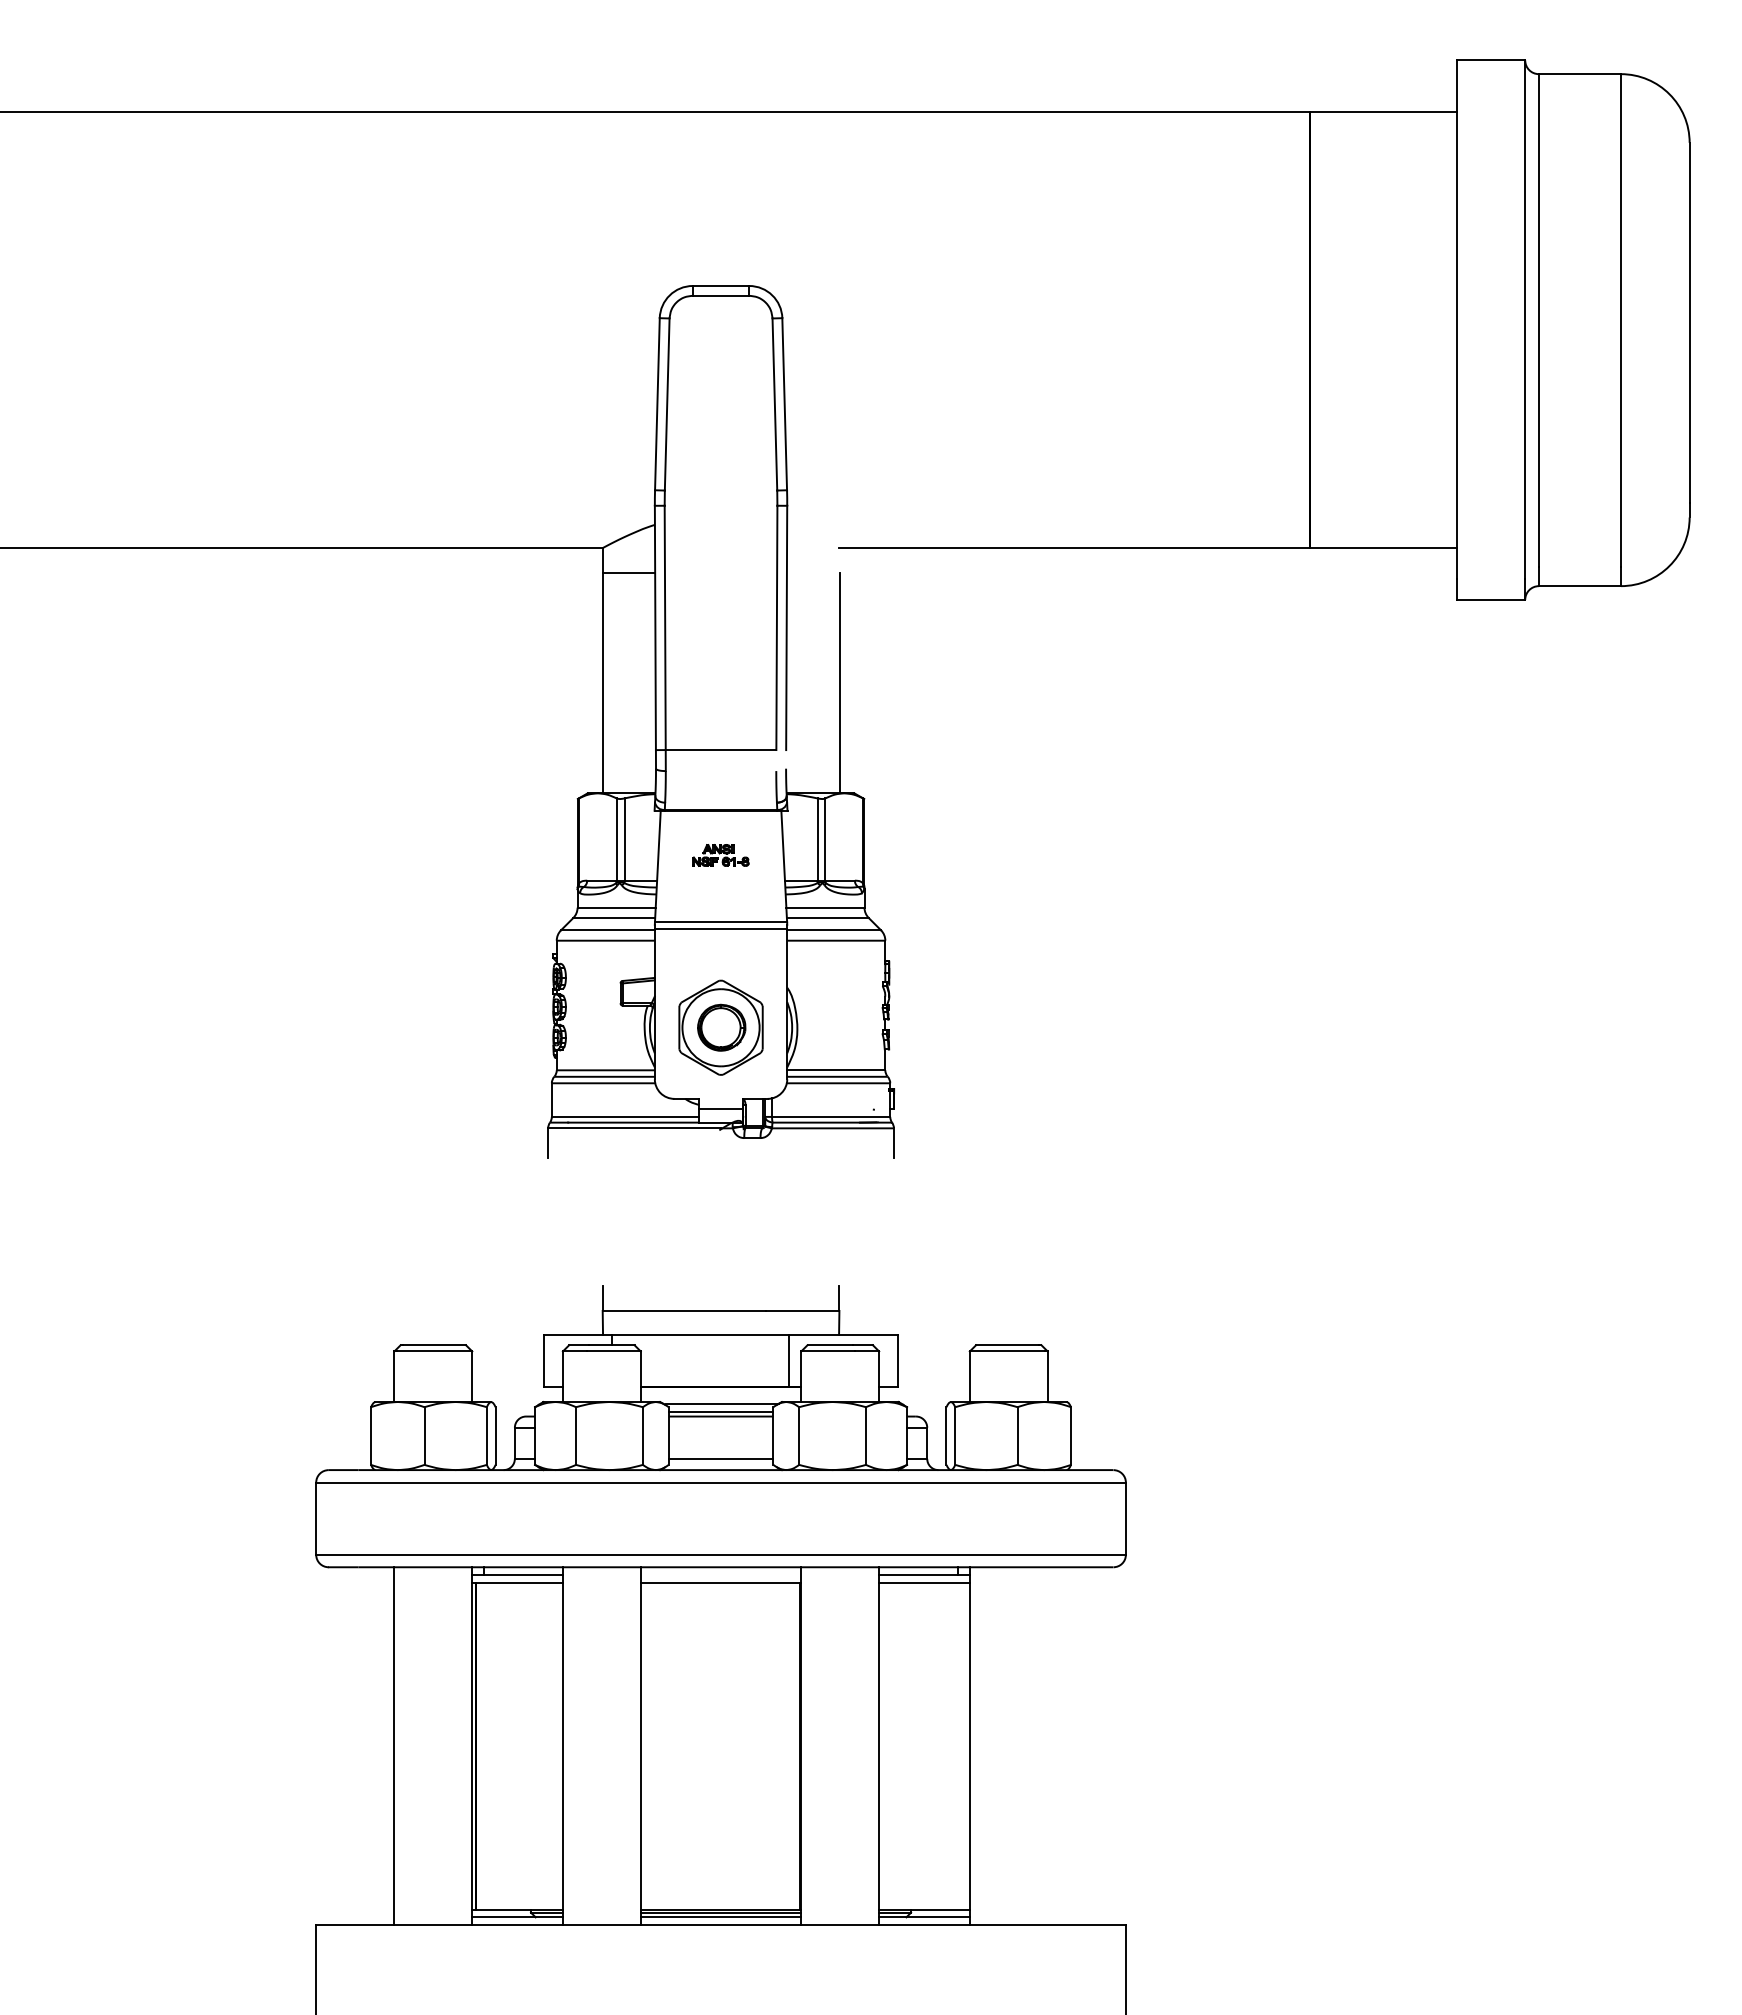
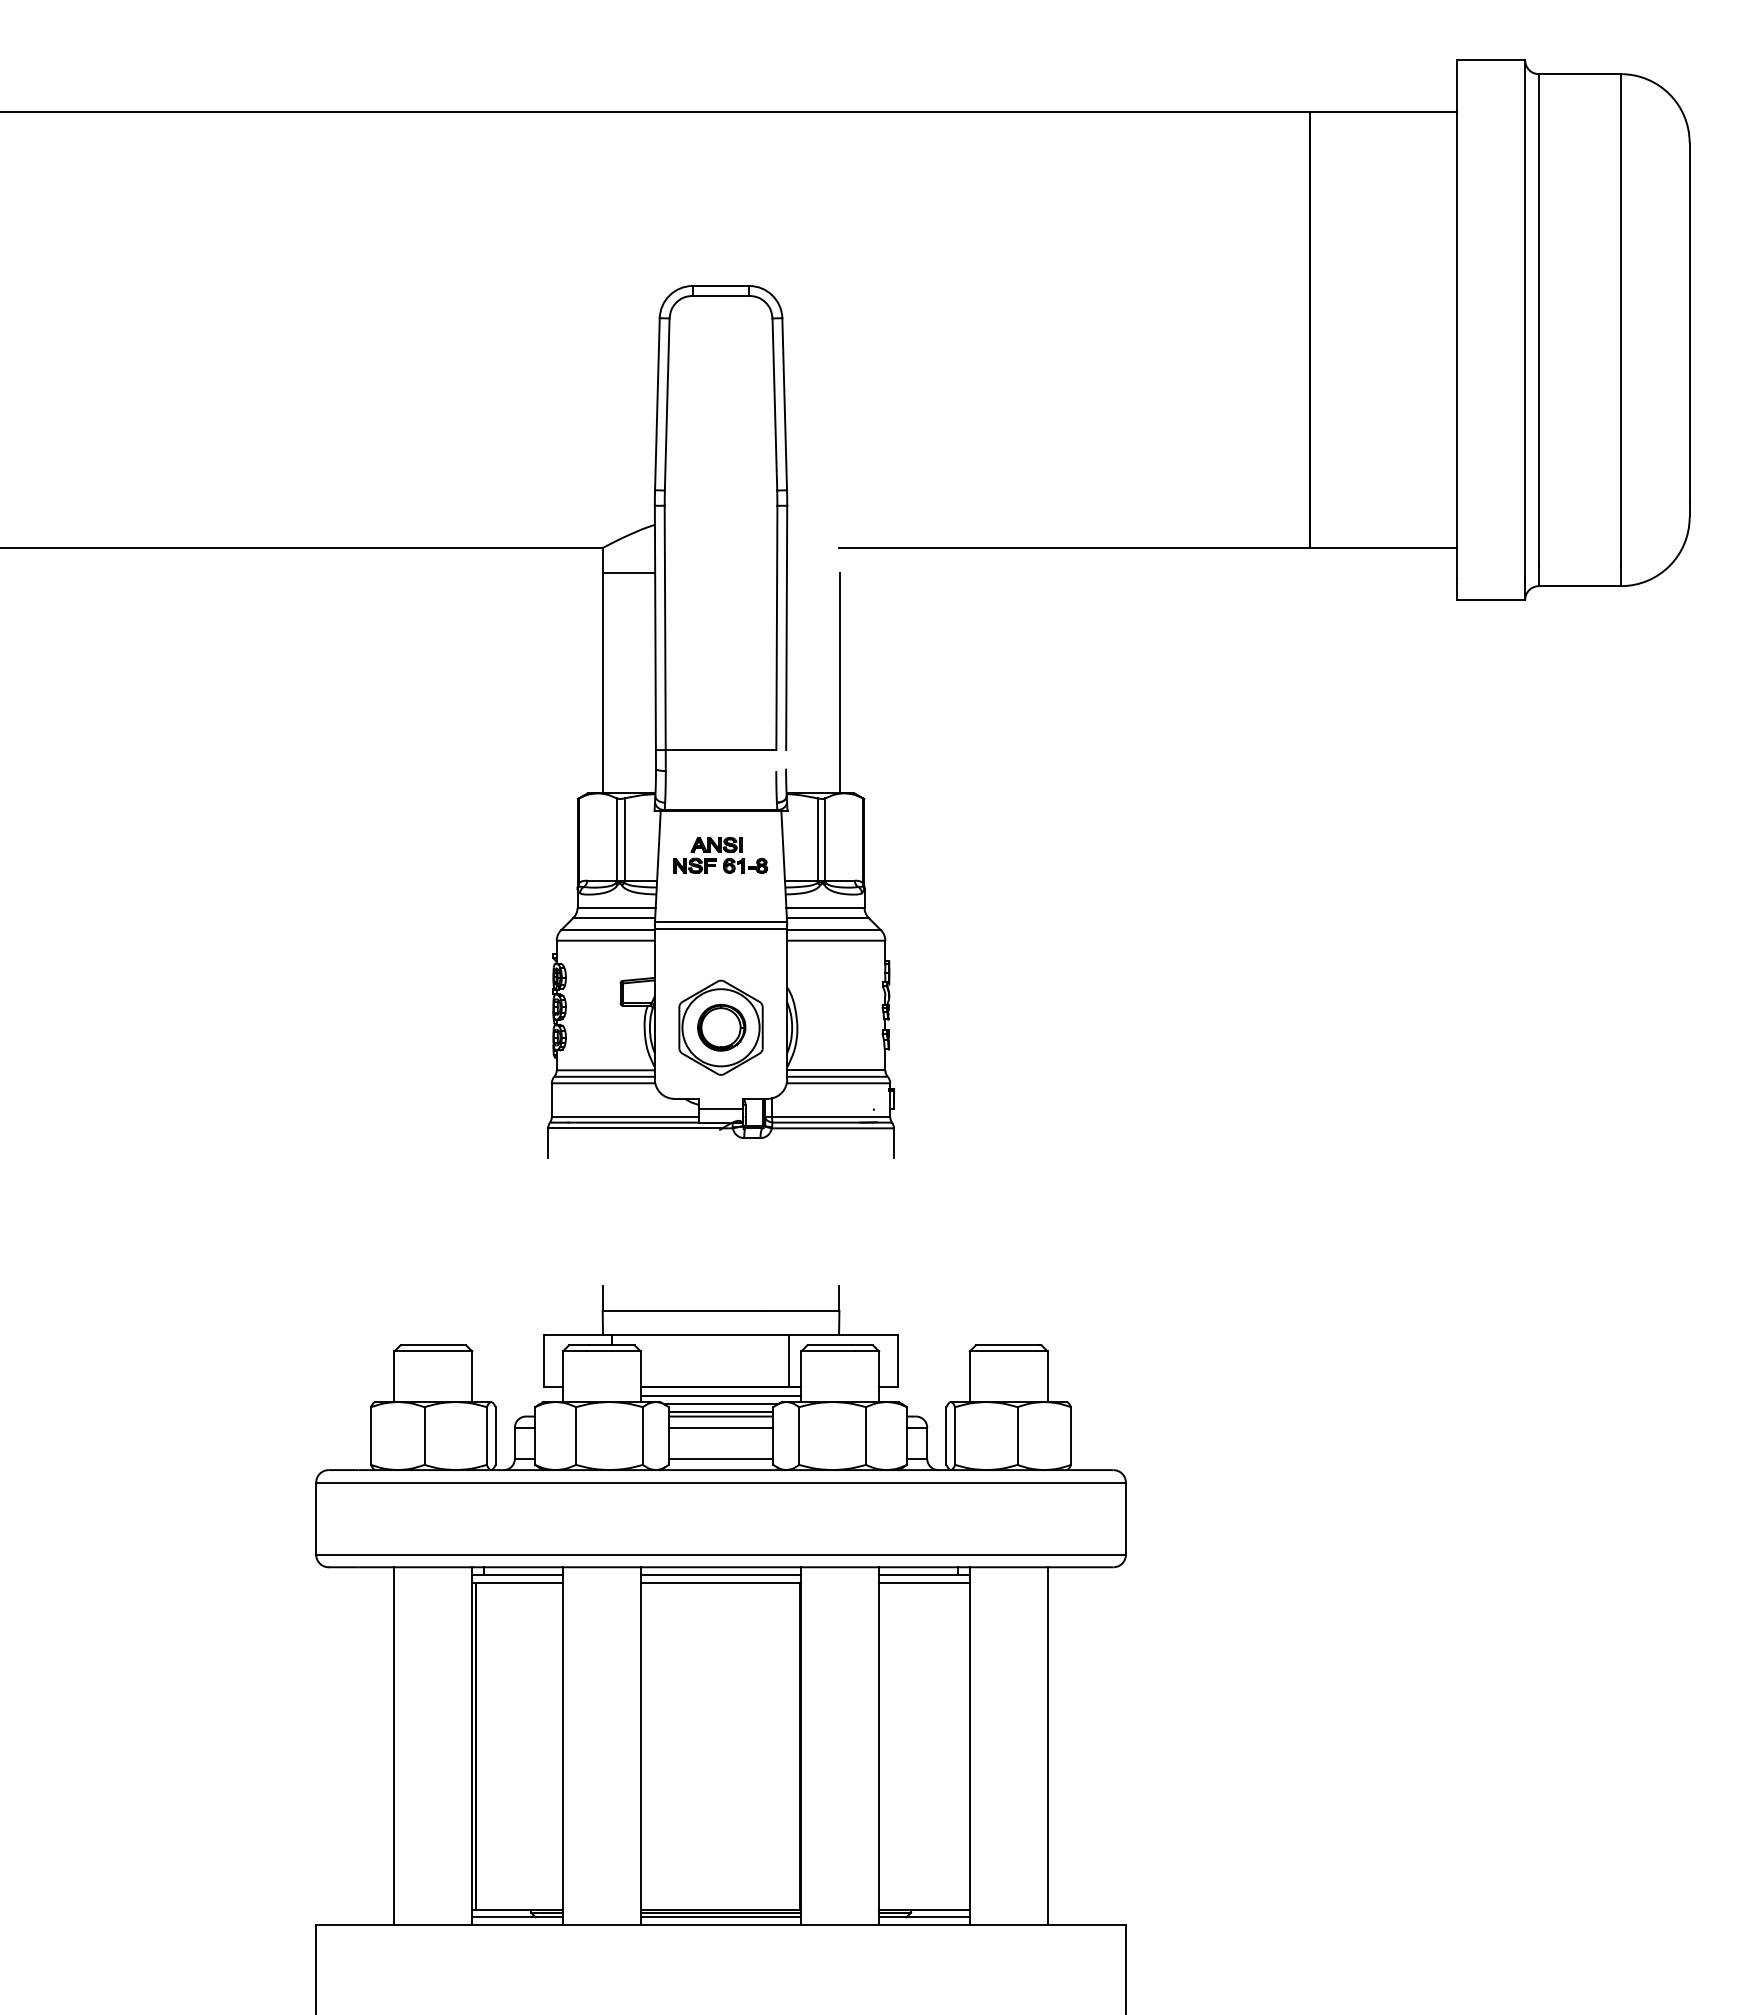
part at (720, 855) size: 58x23 px -> 96x37 px
line at (720, 1395): none -> present
line at (720, 1427): none -> present
line at (720, 1575): none -> present
line at (1047, 1746): none -> present
